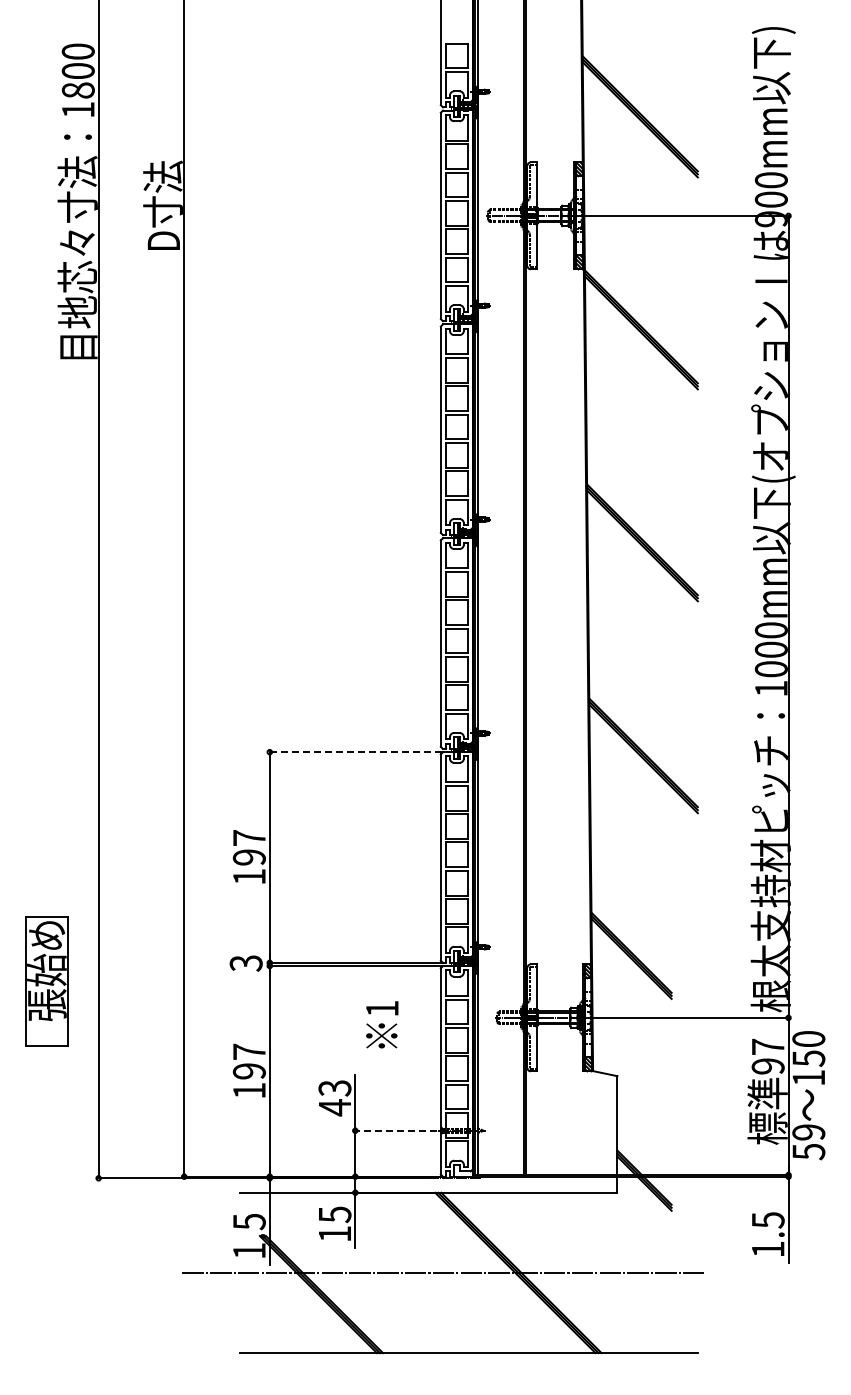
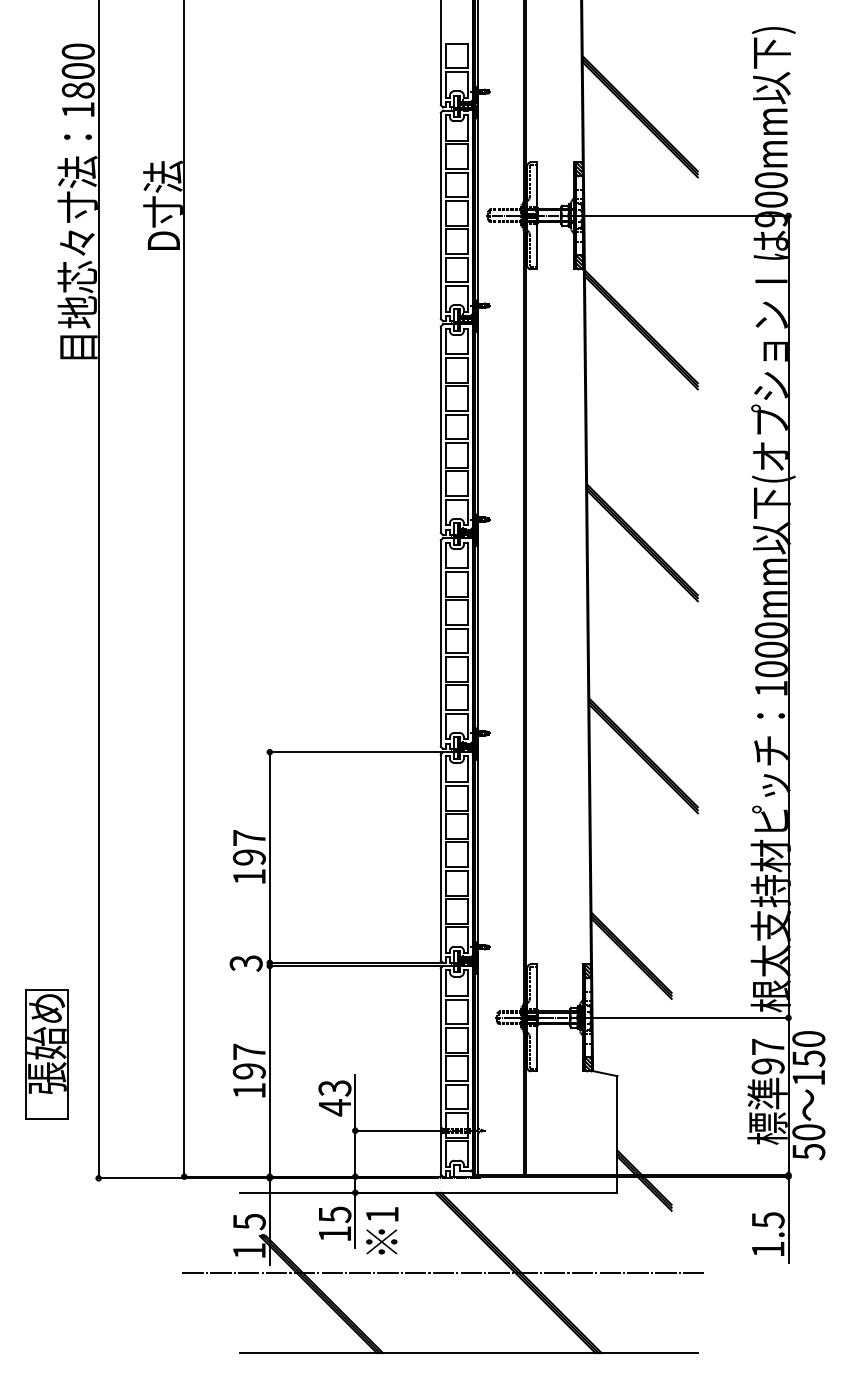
line at (355, 752): dashed -> solid
part at (46, 981) position: (46, 981) -> (46, 1054)
text at (382, 1024) position: (382, 1024) -> (382, 1230)
line at (395, 1130): dashed -> solid
text at (808, 1132): 59 -> 50
